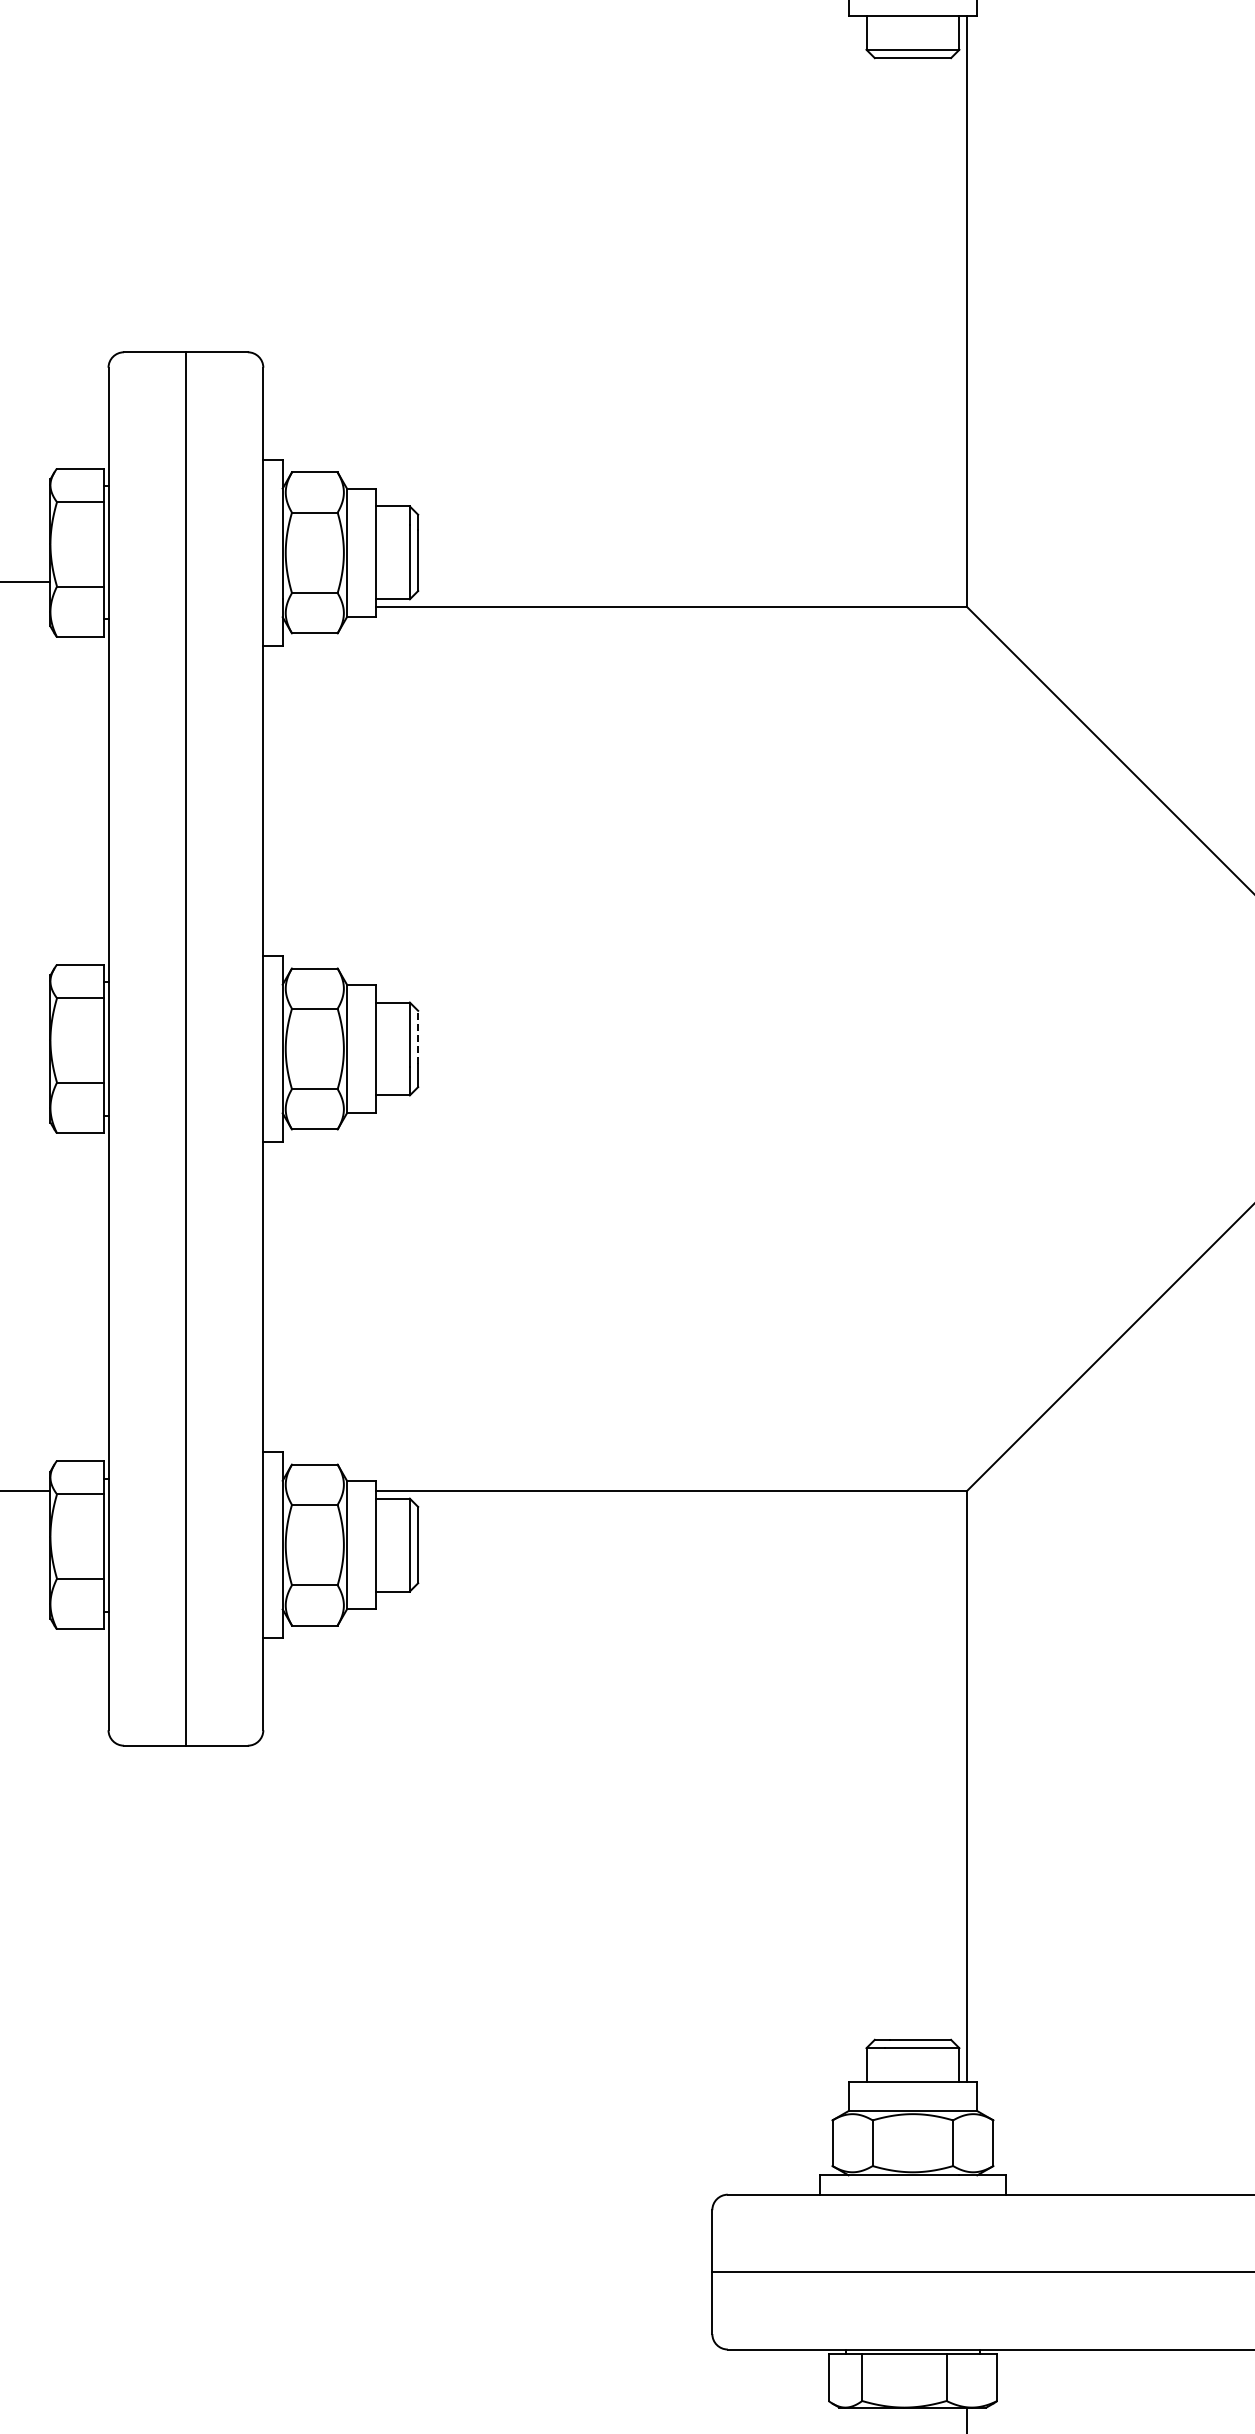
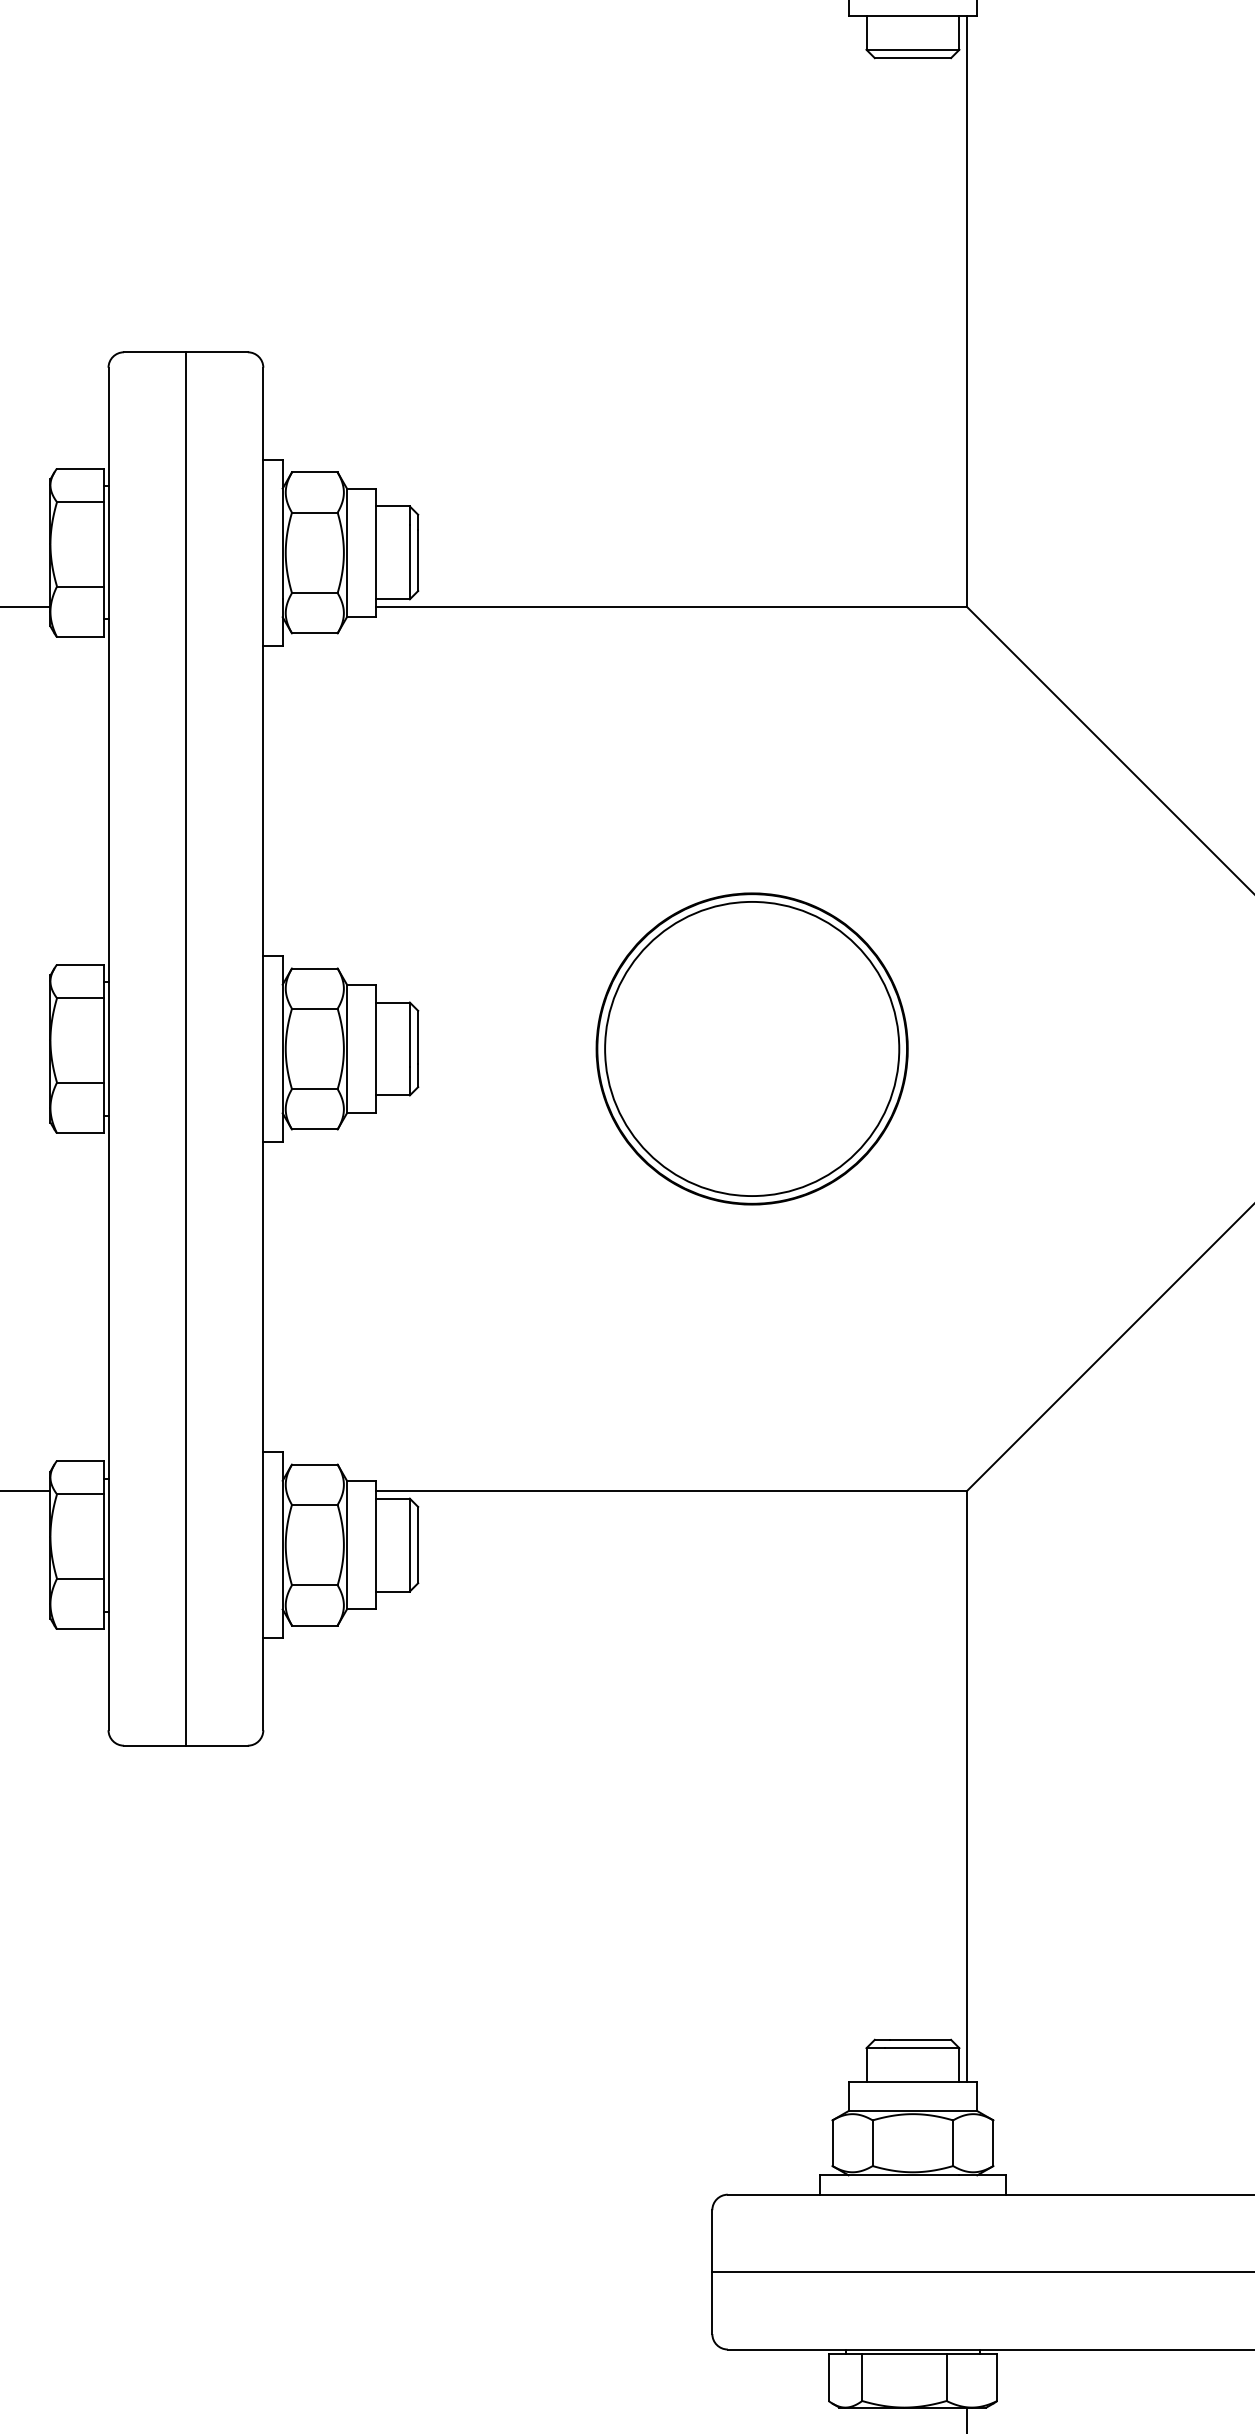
line at (26, 581) position: (26, 581) -> (26, 606)
line at (418, 1037): dashed -> solid
part at (751, 1048): none -> present
